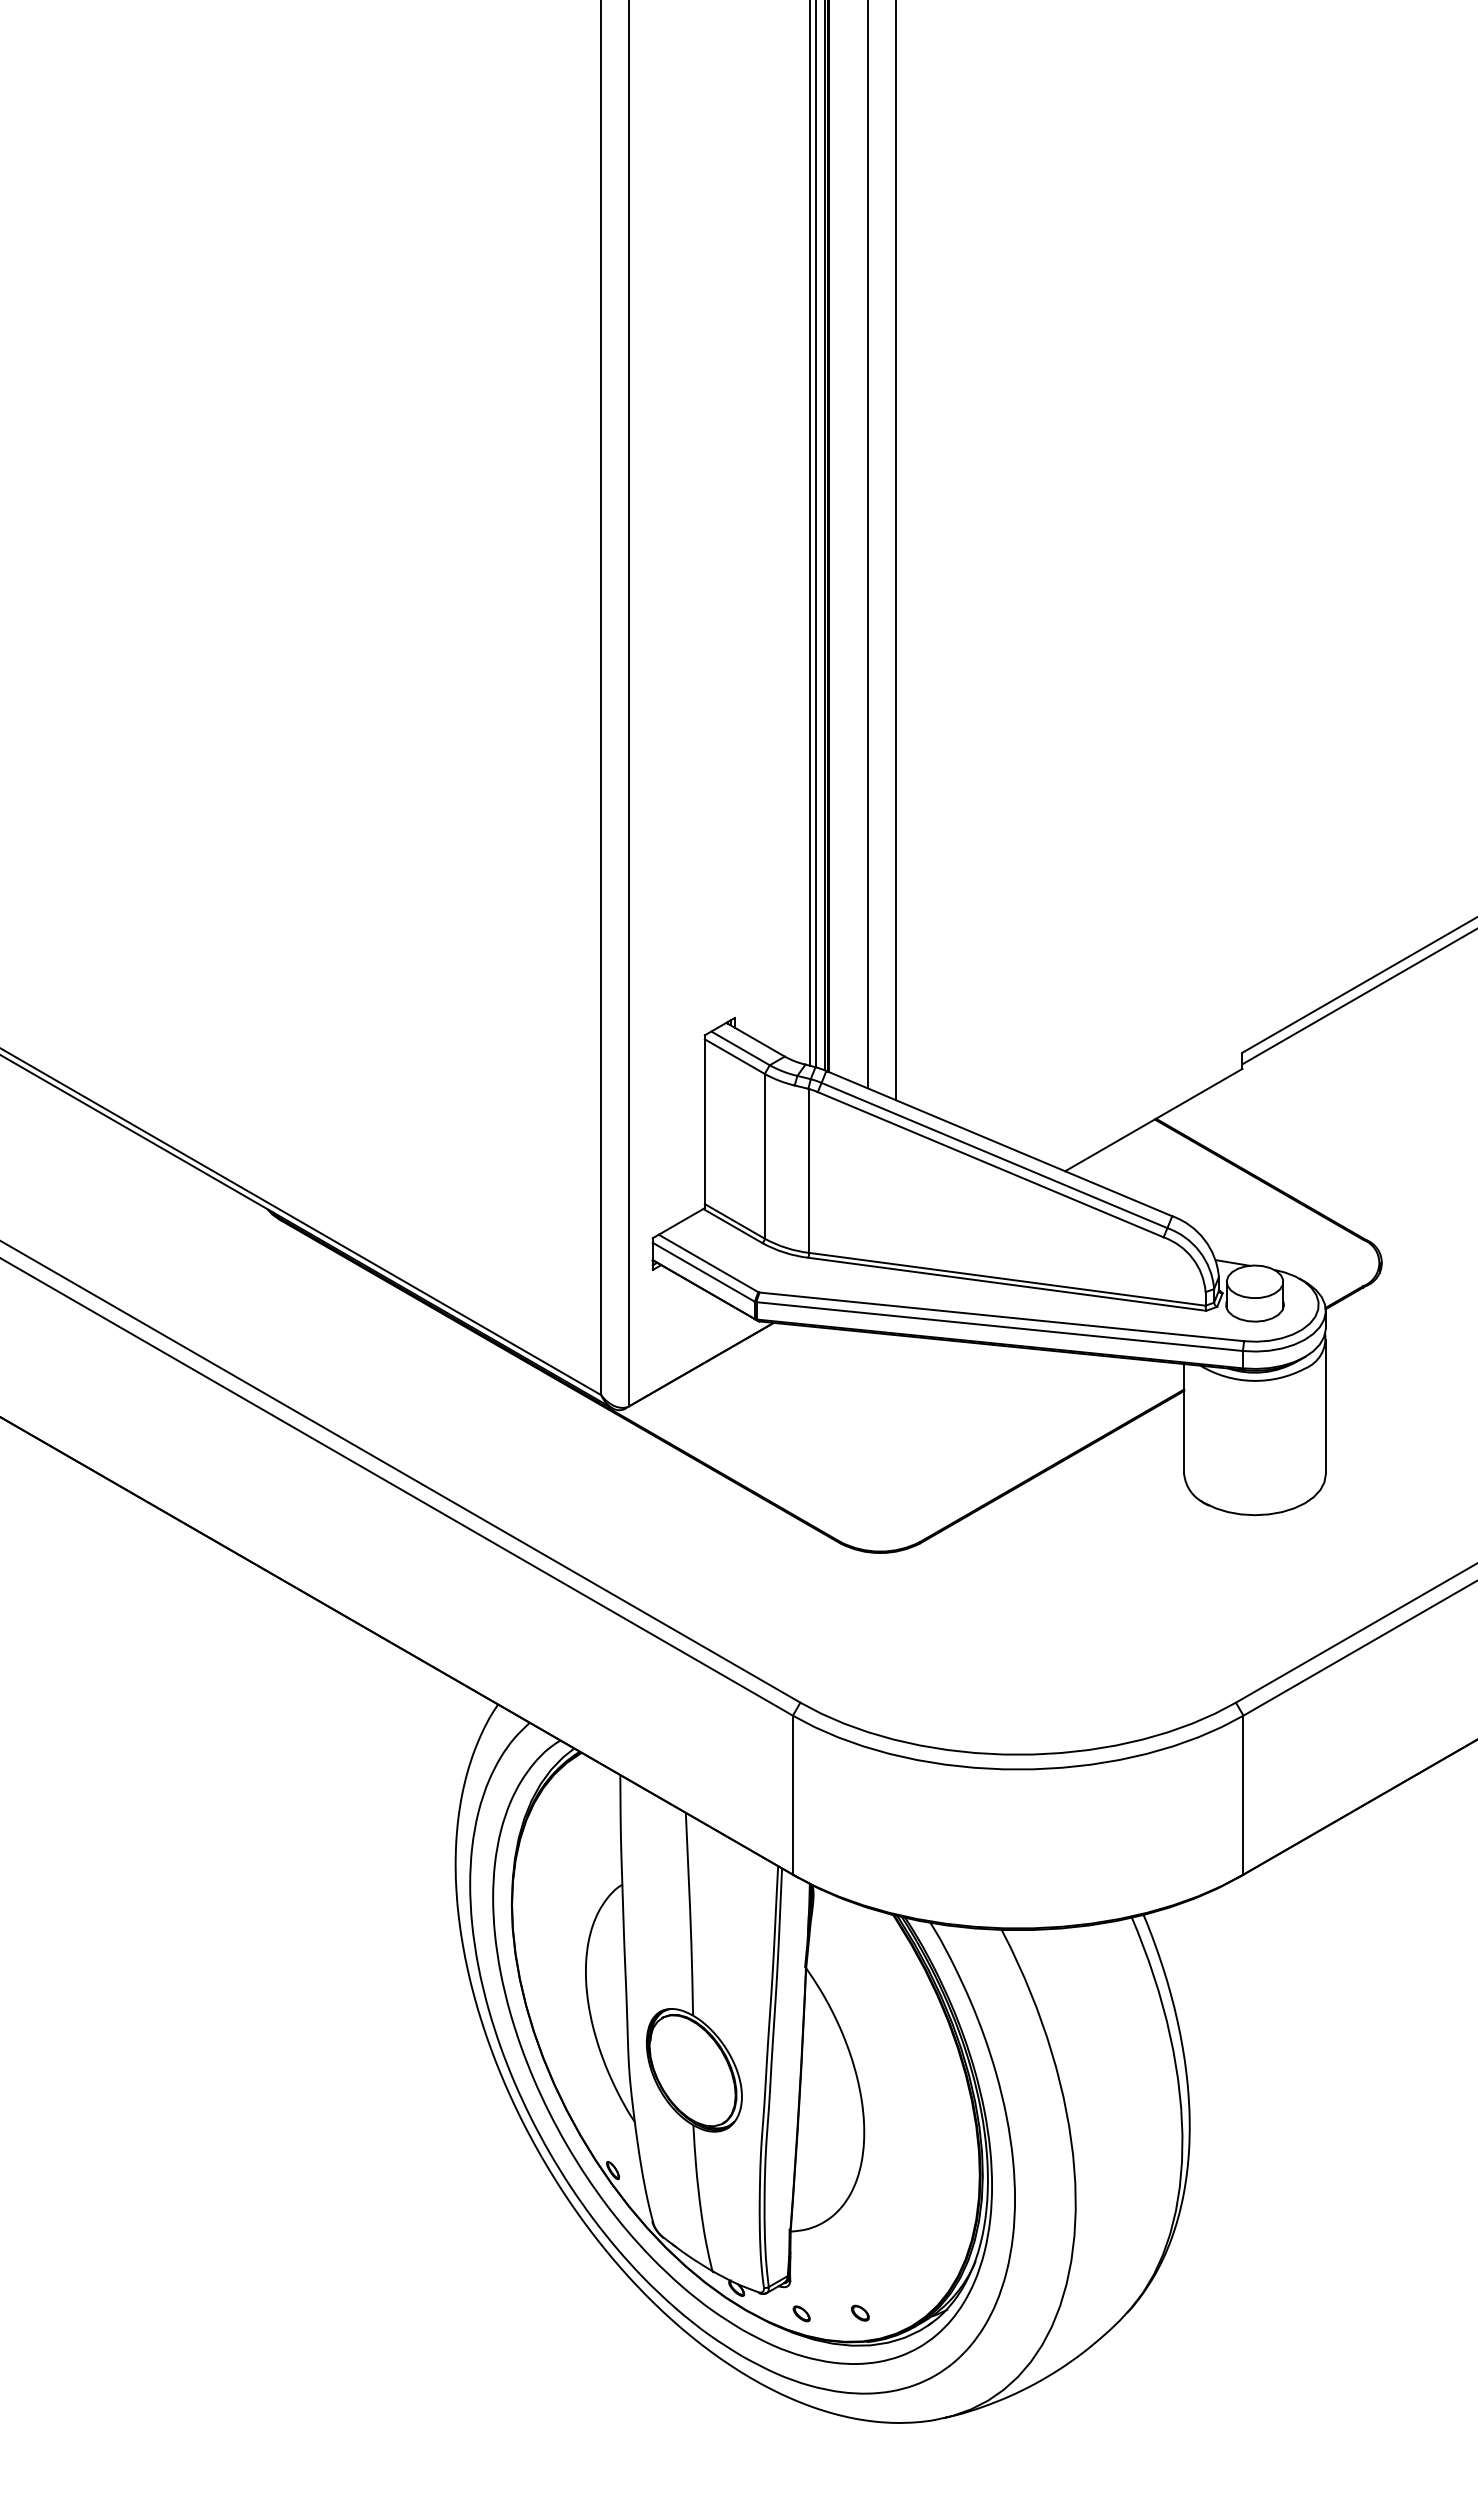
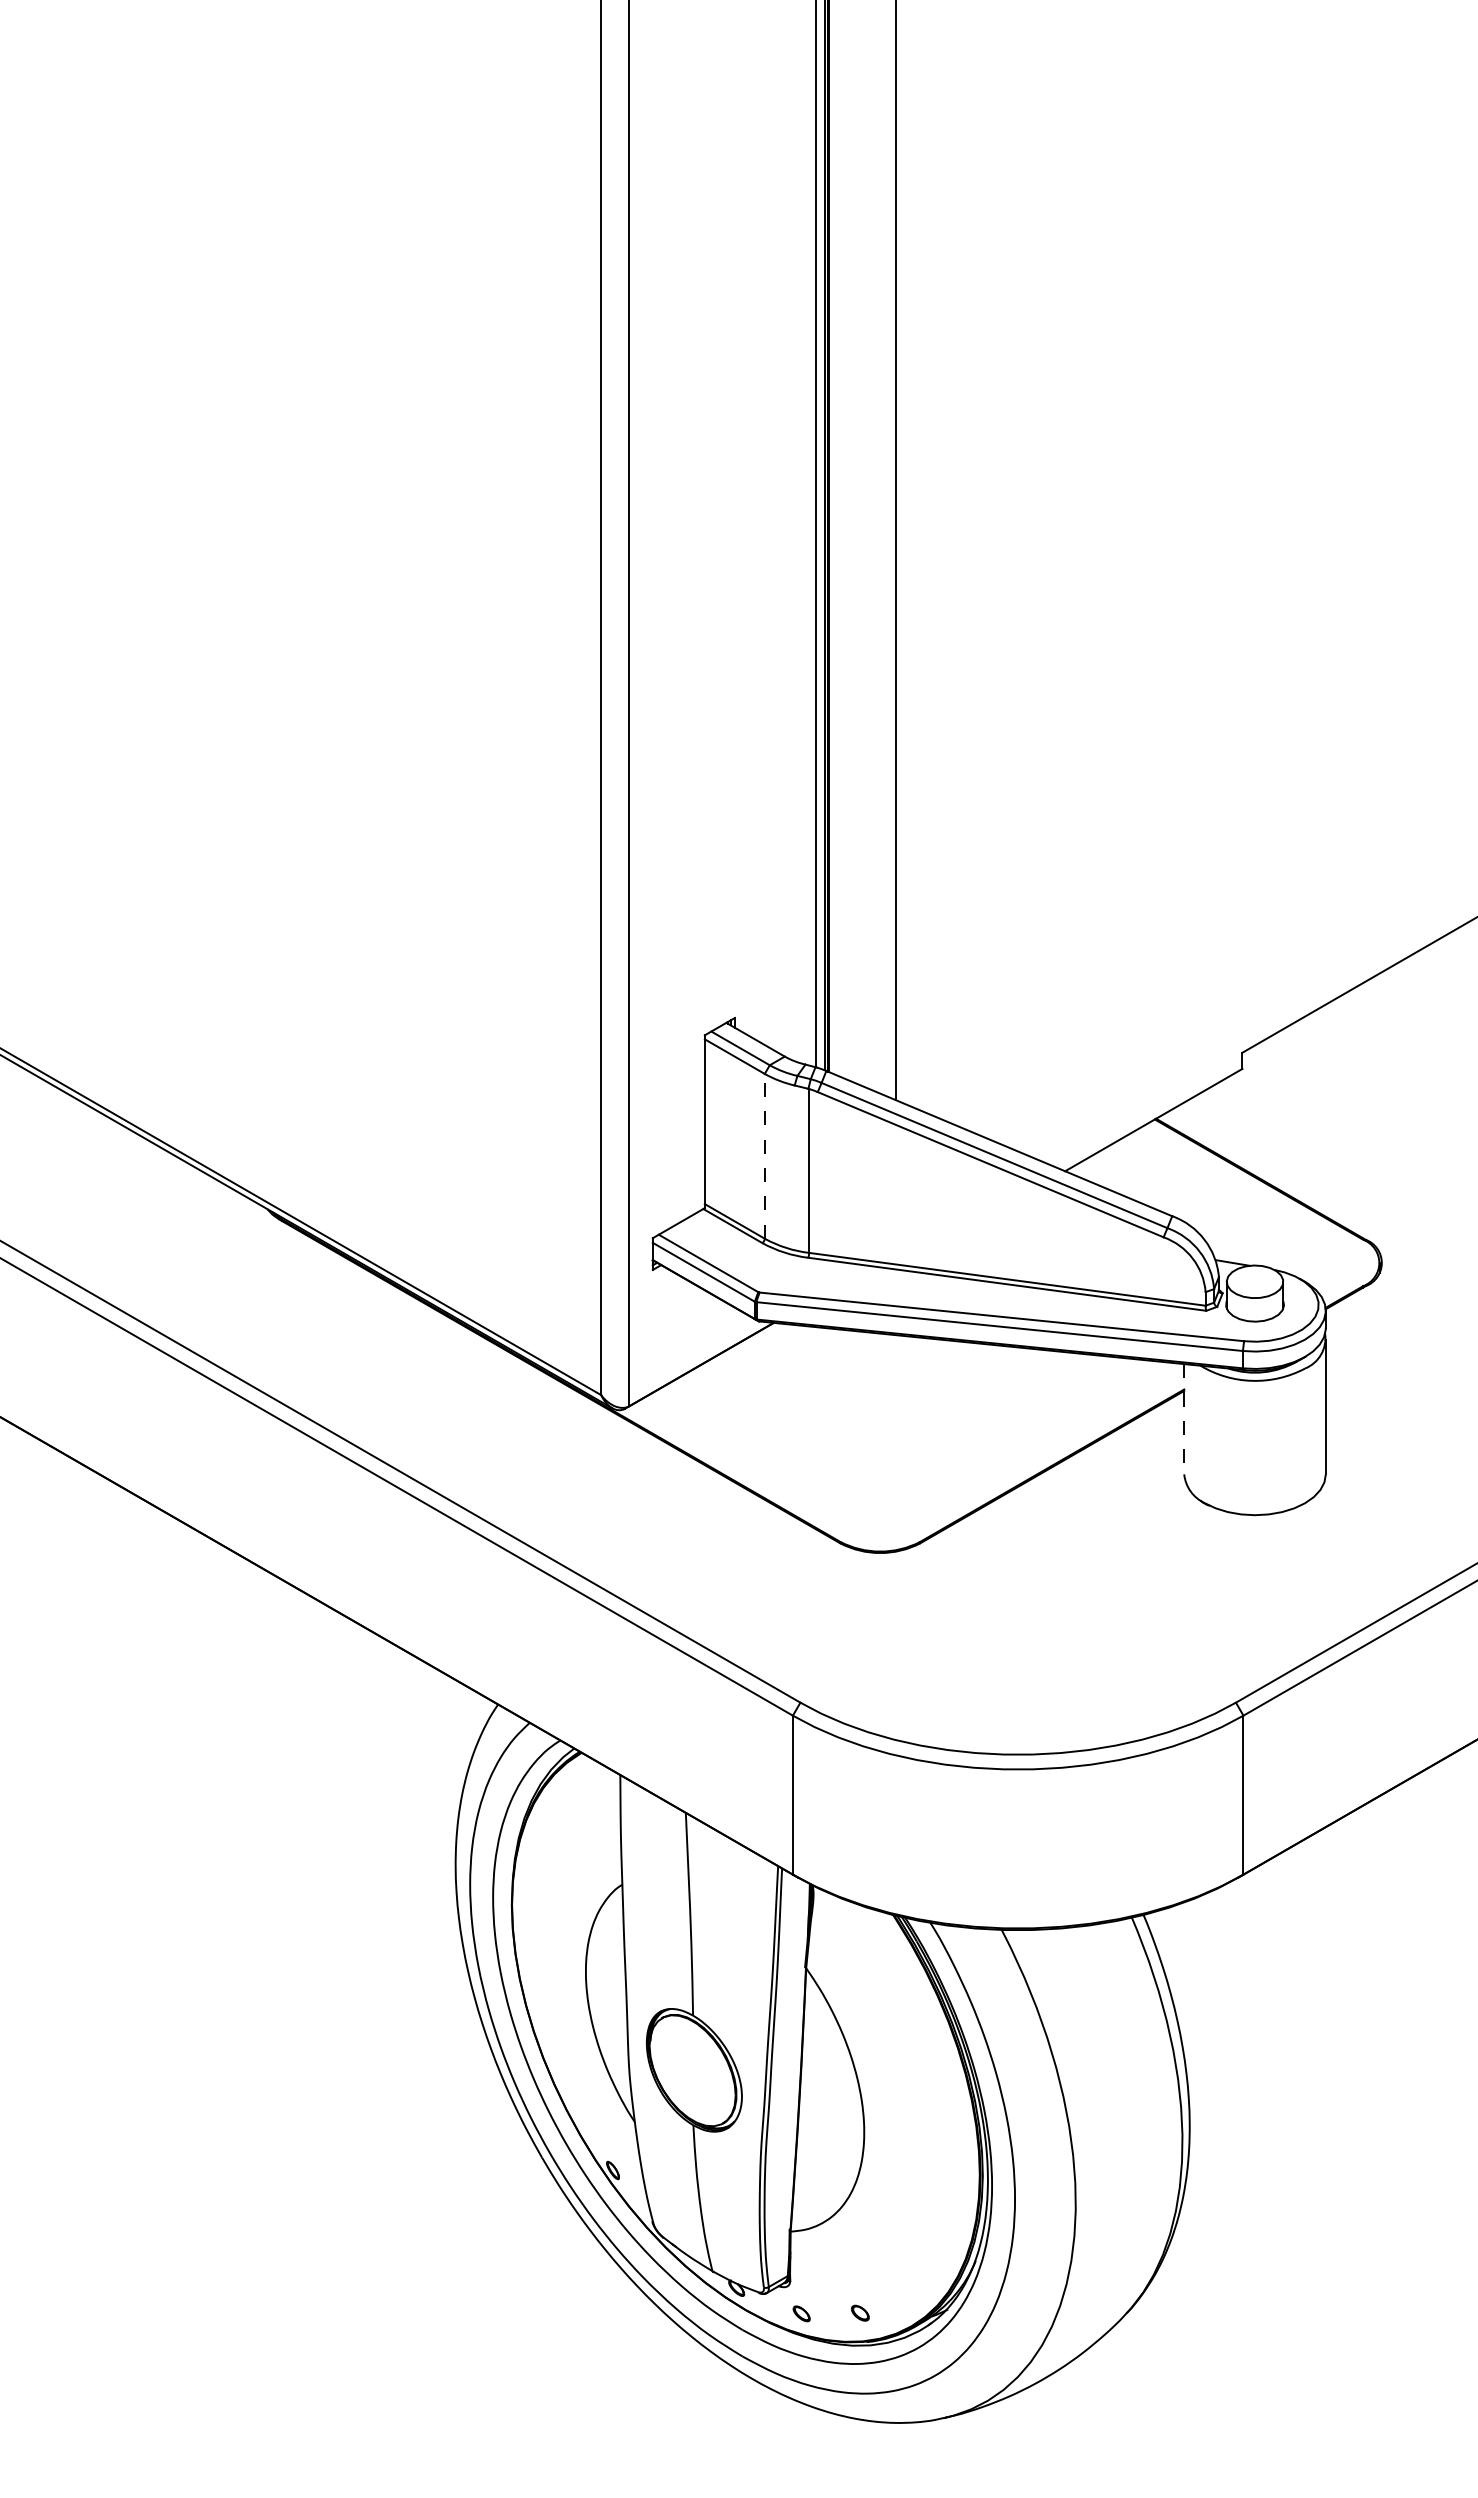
line at (810, 533): present -> none
line at (868, 545): present -> none
line at (1358, 997): present -> none
line at (764, 1155): solid -> dashed
line at (1184, 1419): solid -> dashed
